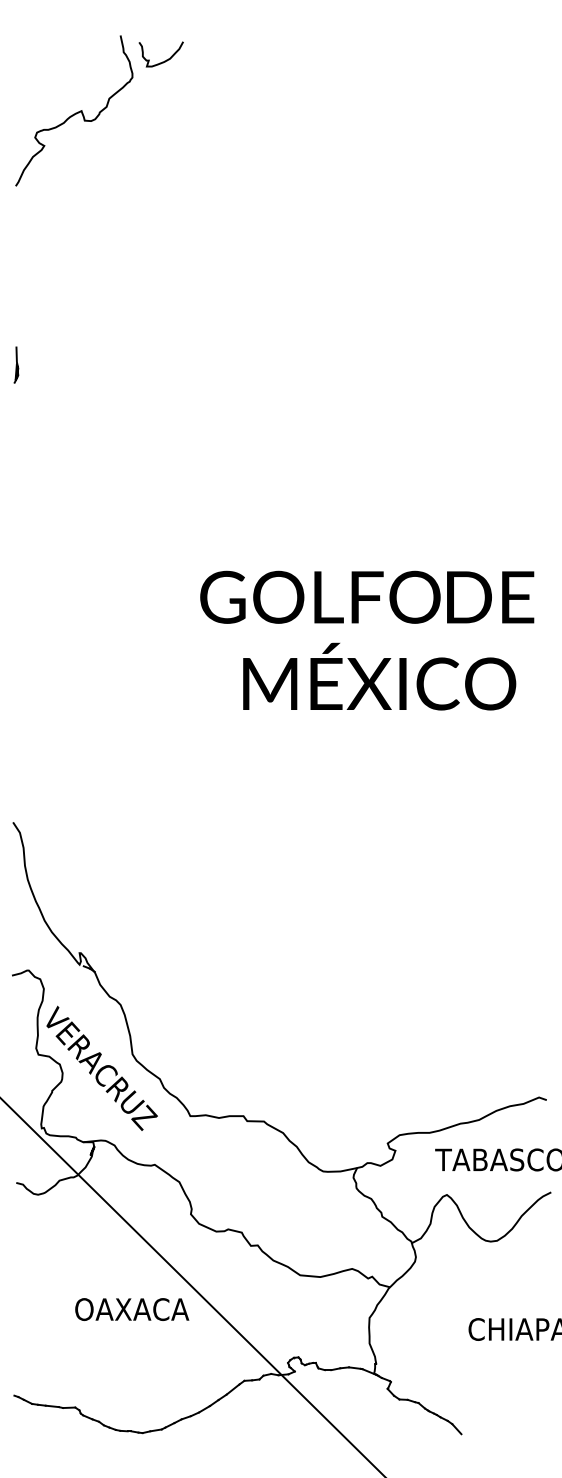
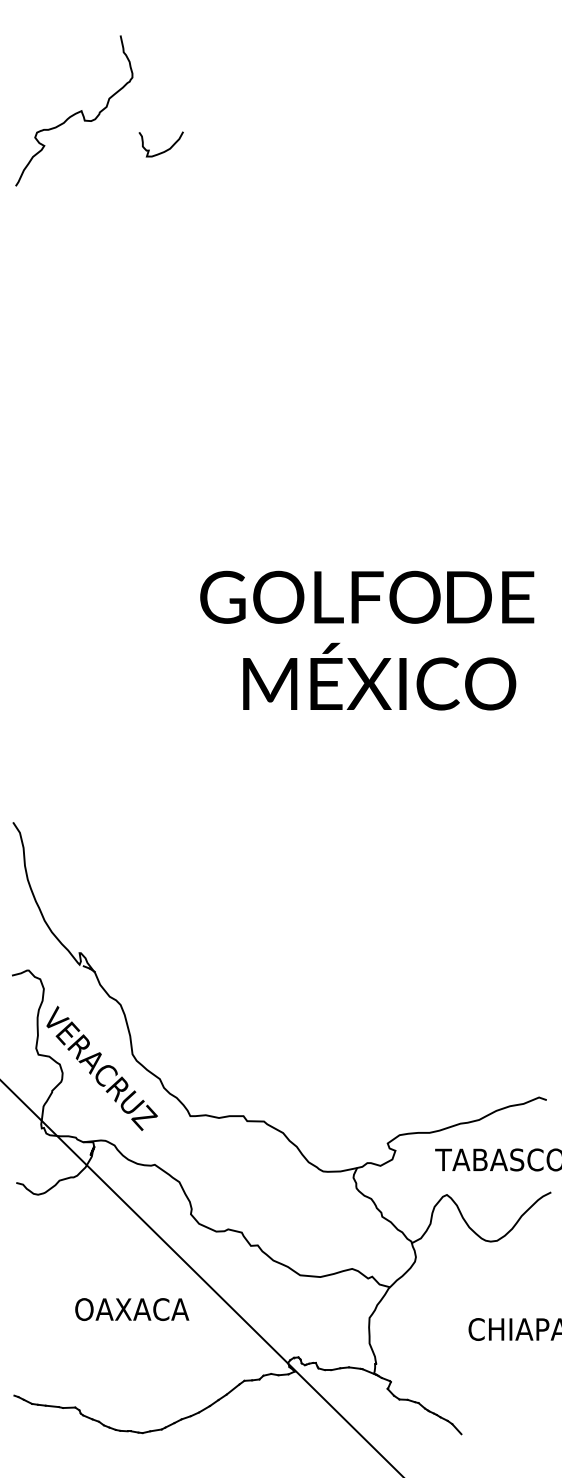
curve at (164, 60) position: (164, 60) -> (164, 150)
curve at (16, 364): present -> none
line at (192, 1287) position: (192, 1287) -> (201, 1278)
